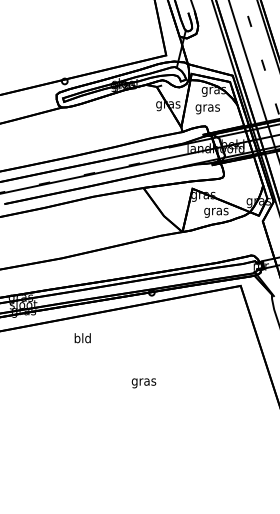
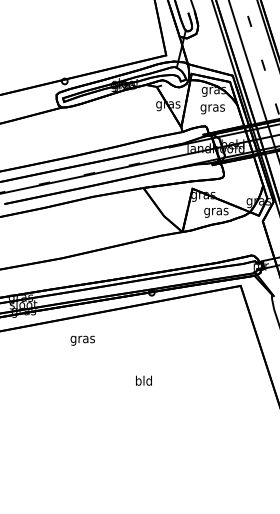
text at (207, 109) position: (207, 109) -> (212, 109)
text at (82, 339): bld -> gras
text at (143, 381): gras -> bld
